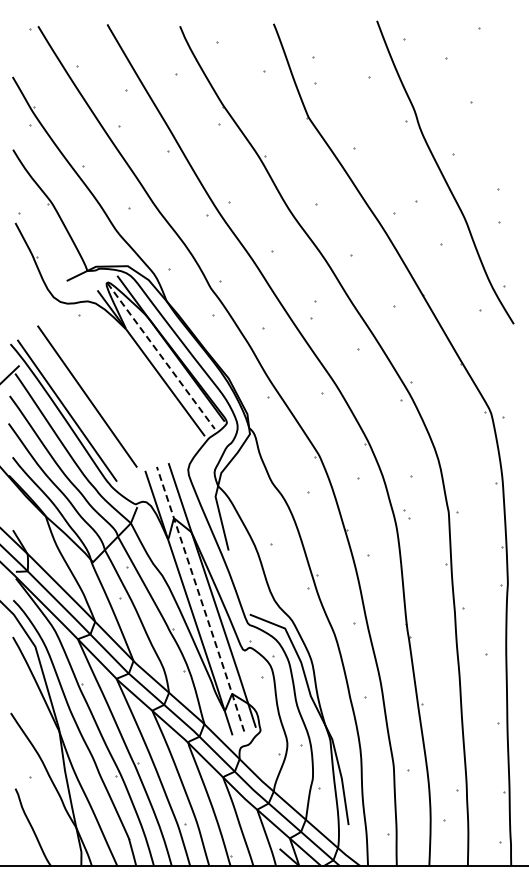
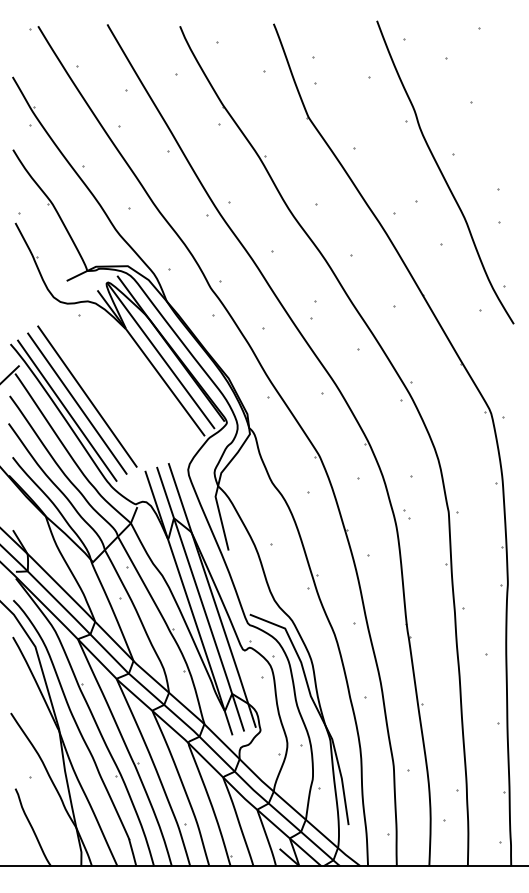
line at (161, 356): dashed -> solid
line at (77, 403): none -> present
line at (200, 599): dashed -> solid
